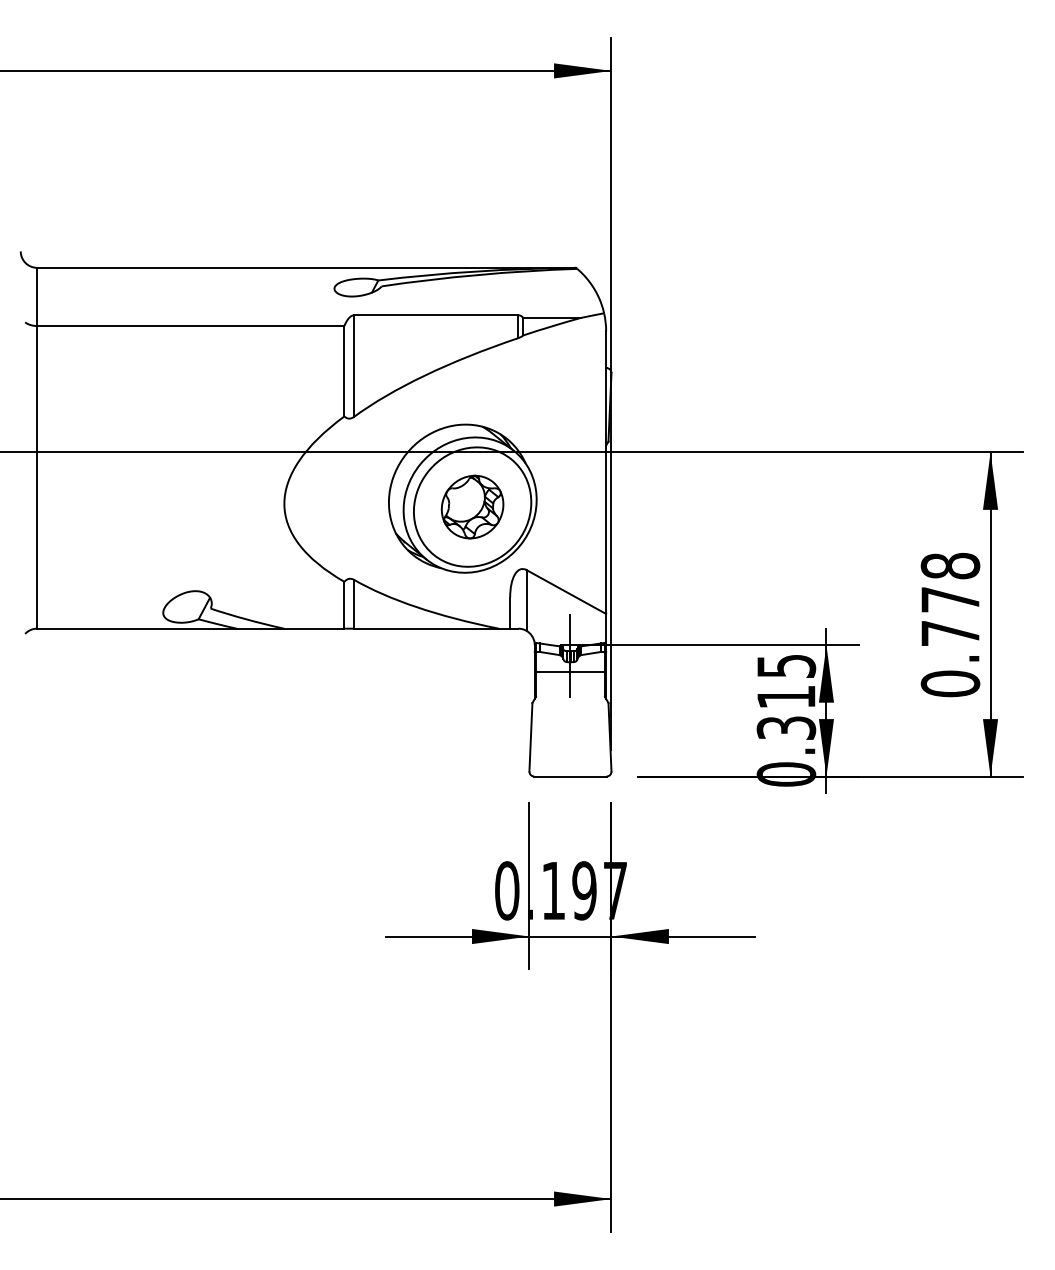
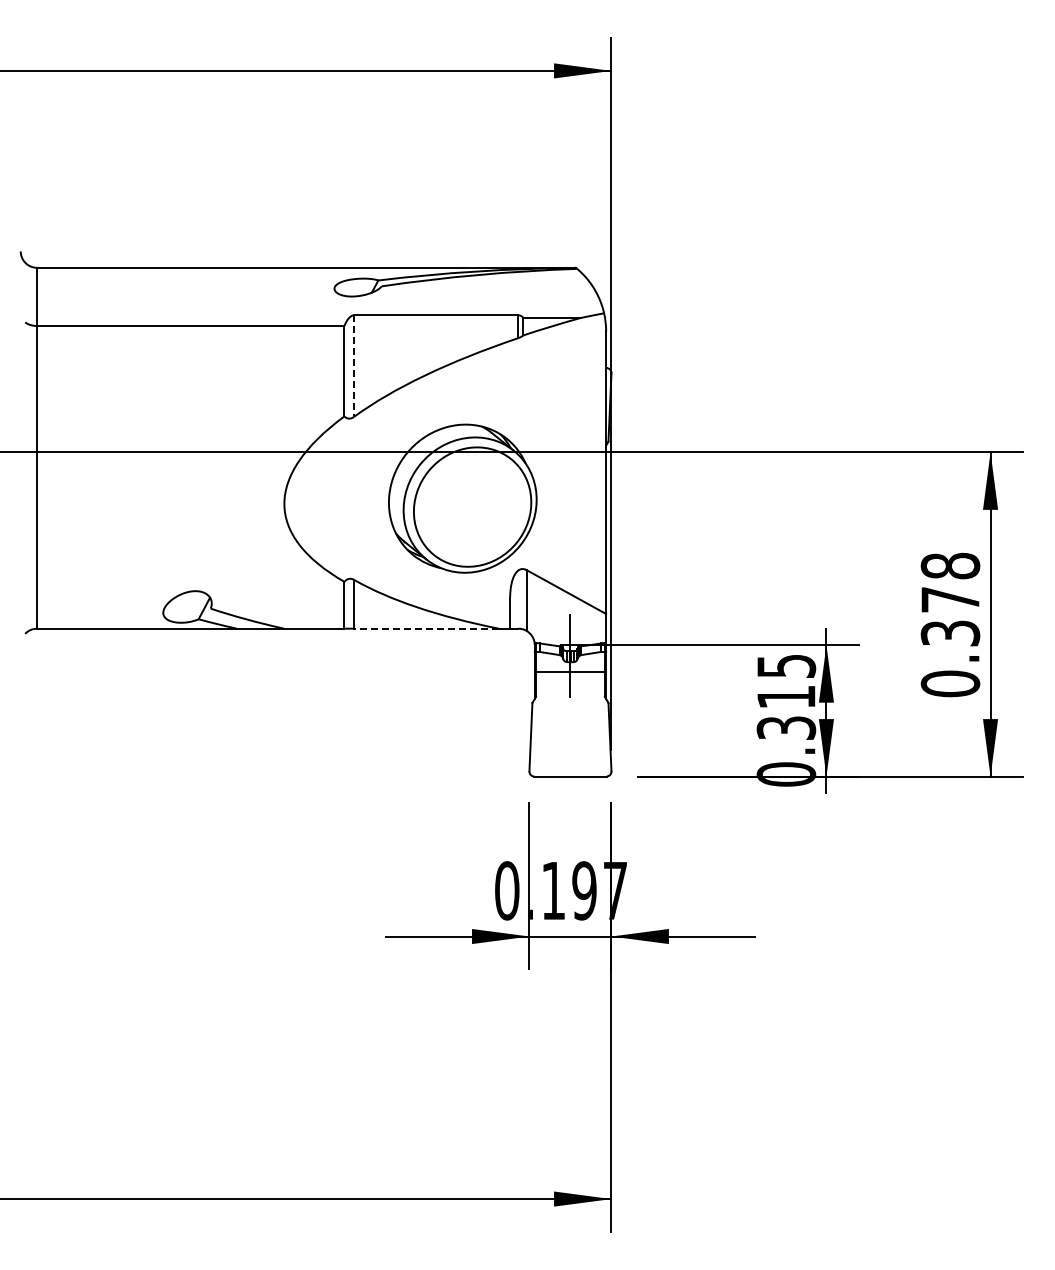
line at (354, 366): solid -> dashed
part at (472, 506): present -> none
line at (426, 628): solid -> dashed
text at (950, 633): 0.778 -> 0.378
